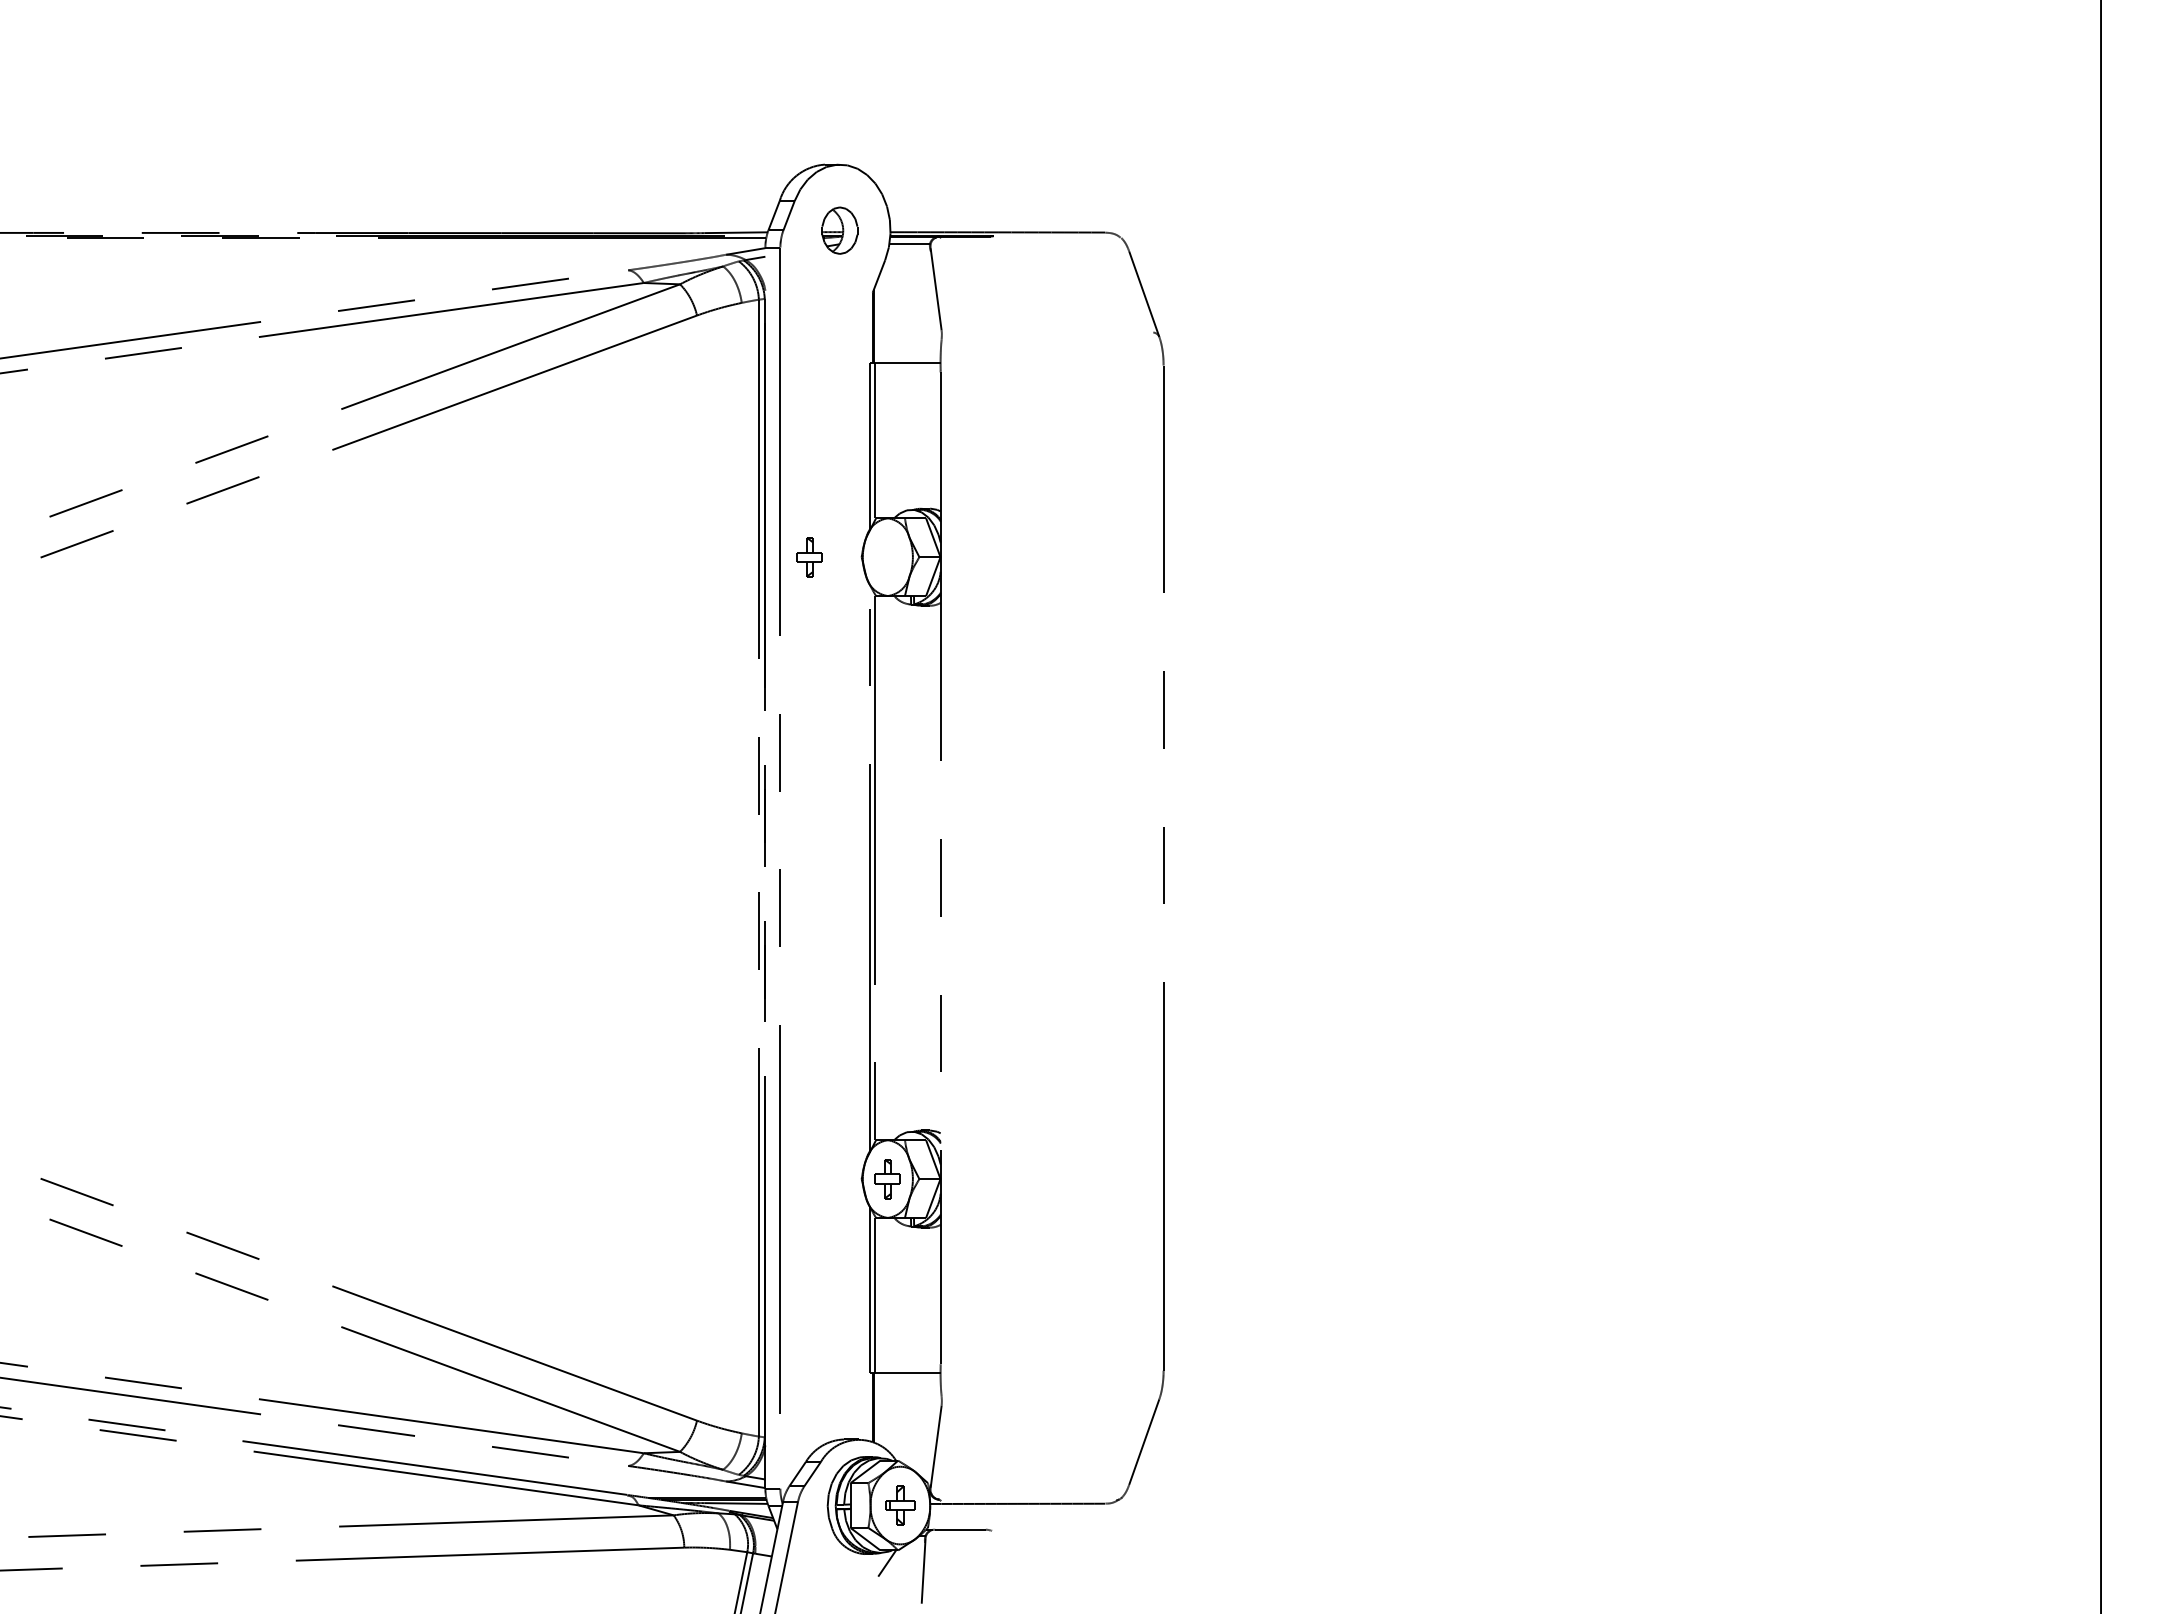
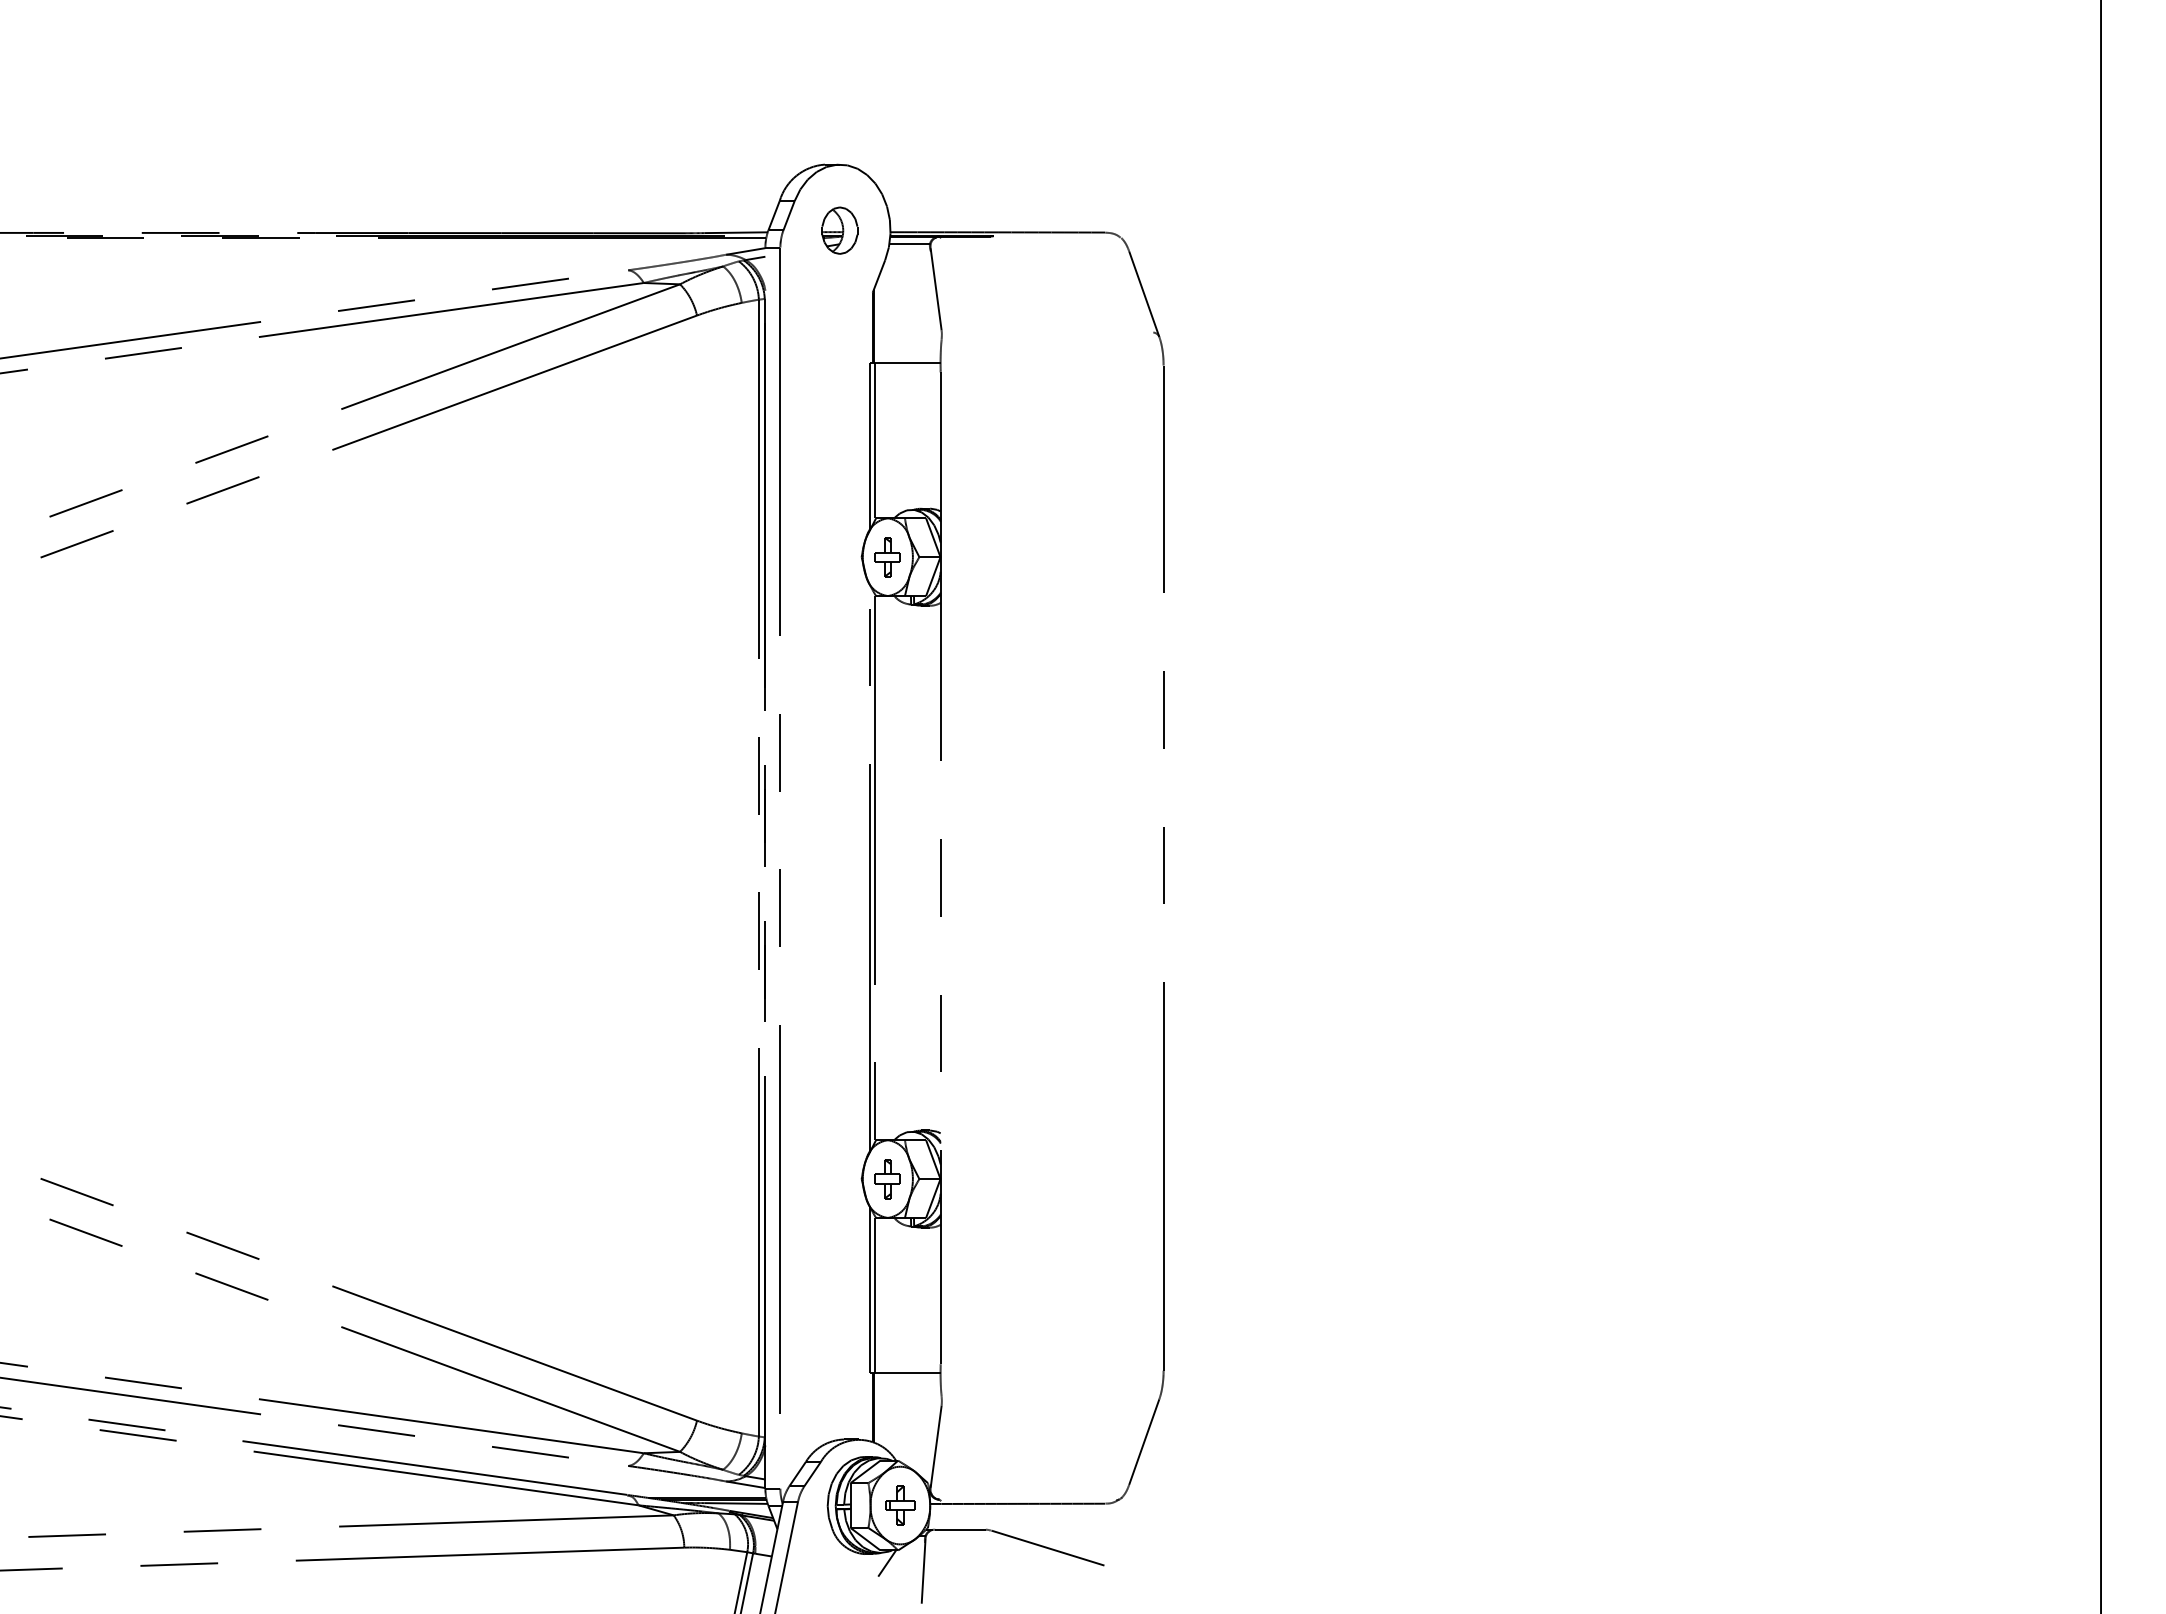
part at (809, 557) position: (809, 557) -> (887, 557)
line at (1048, 1547): none -> present
